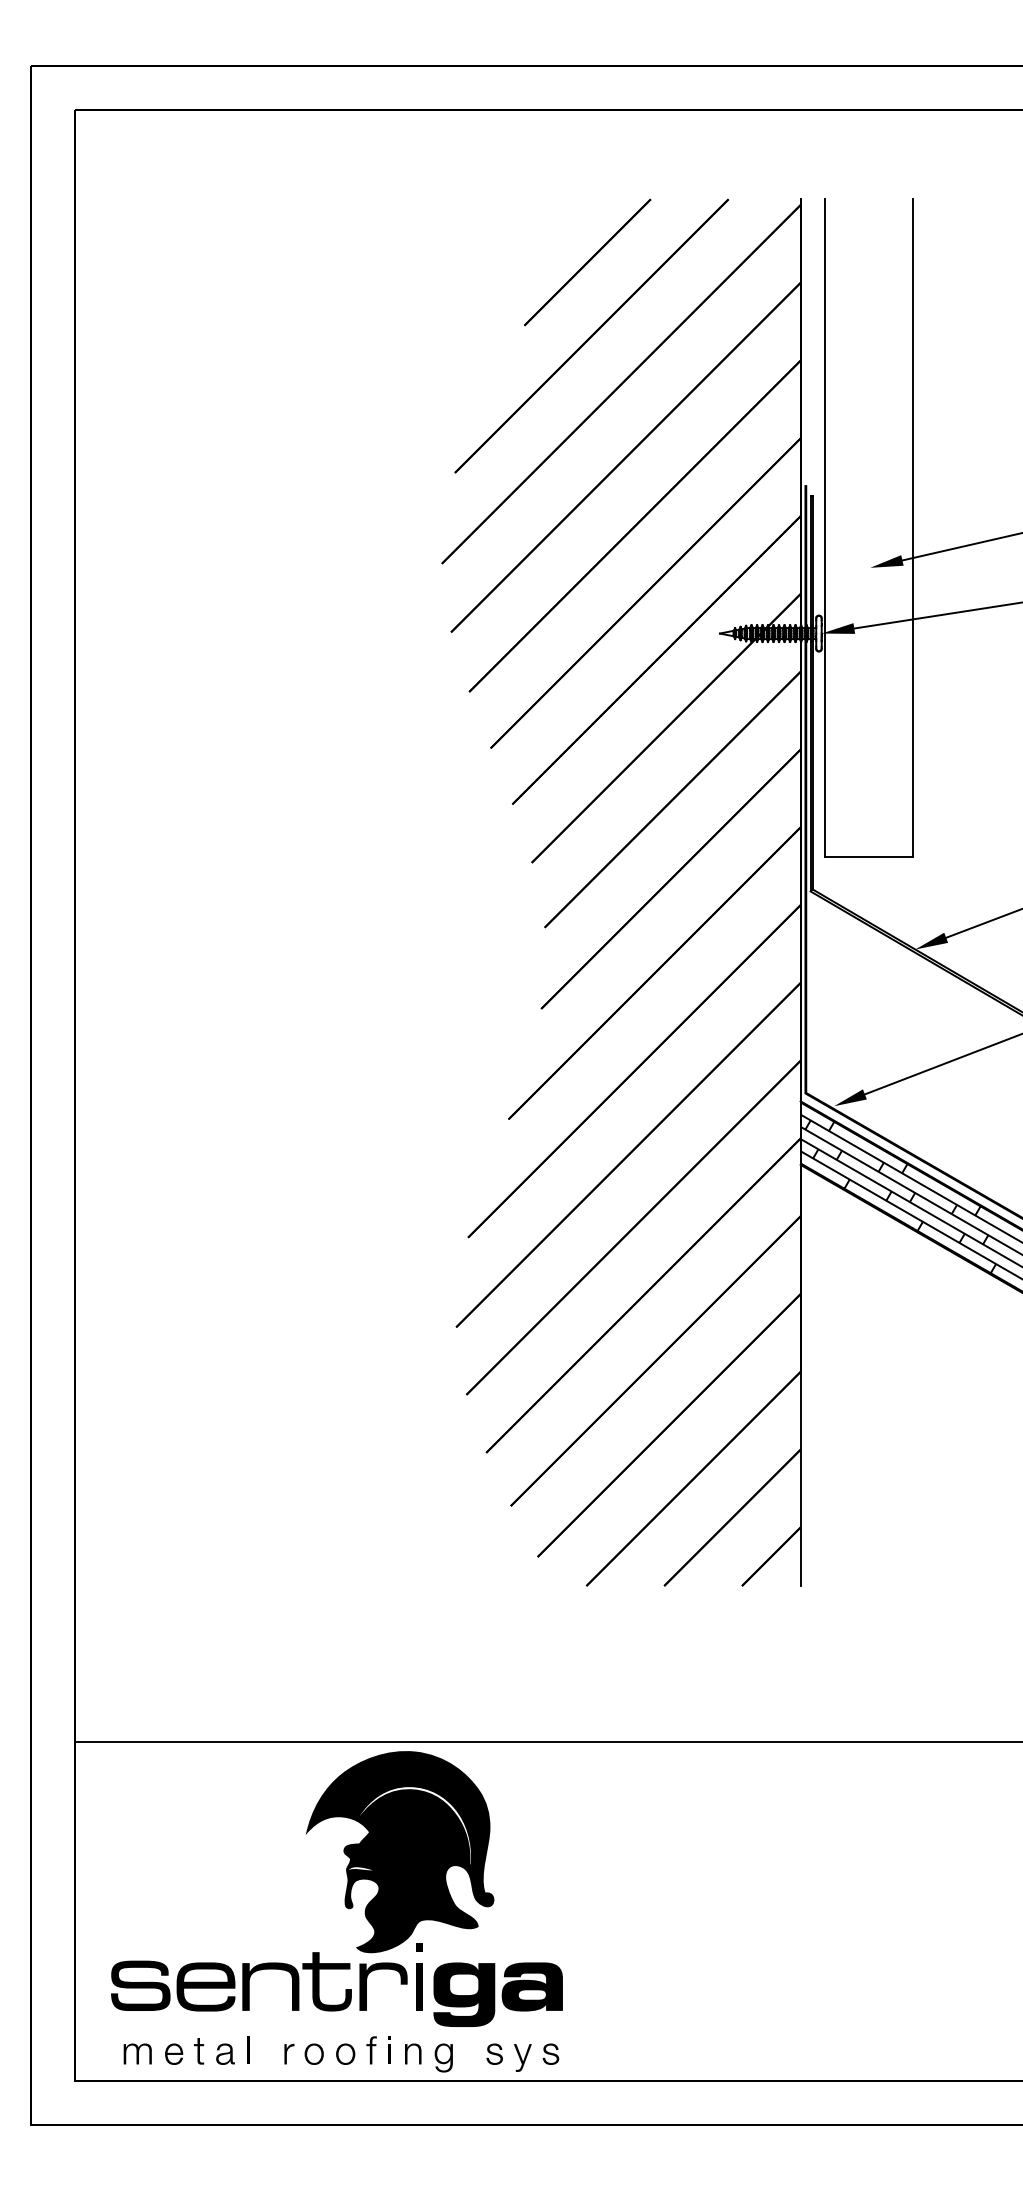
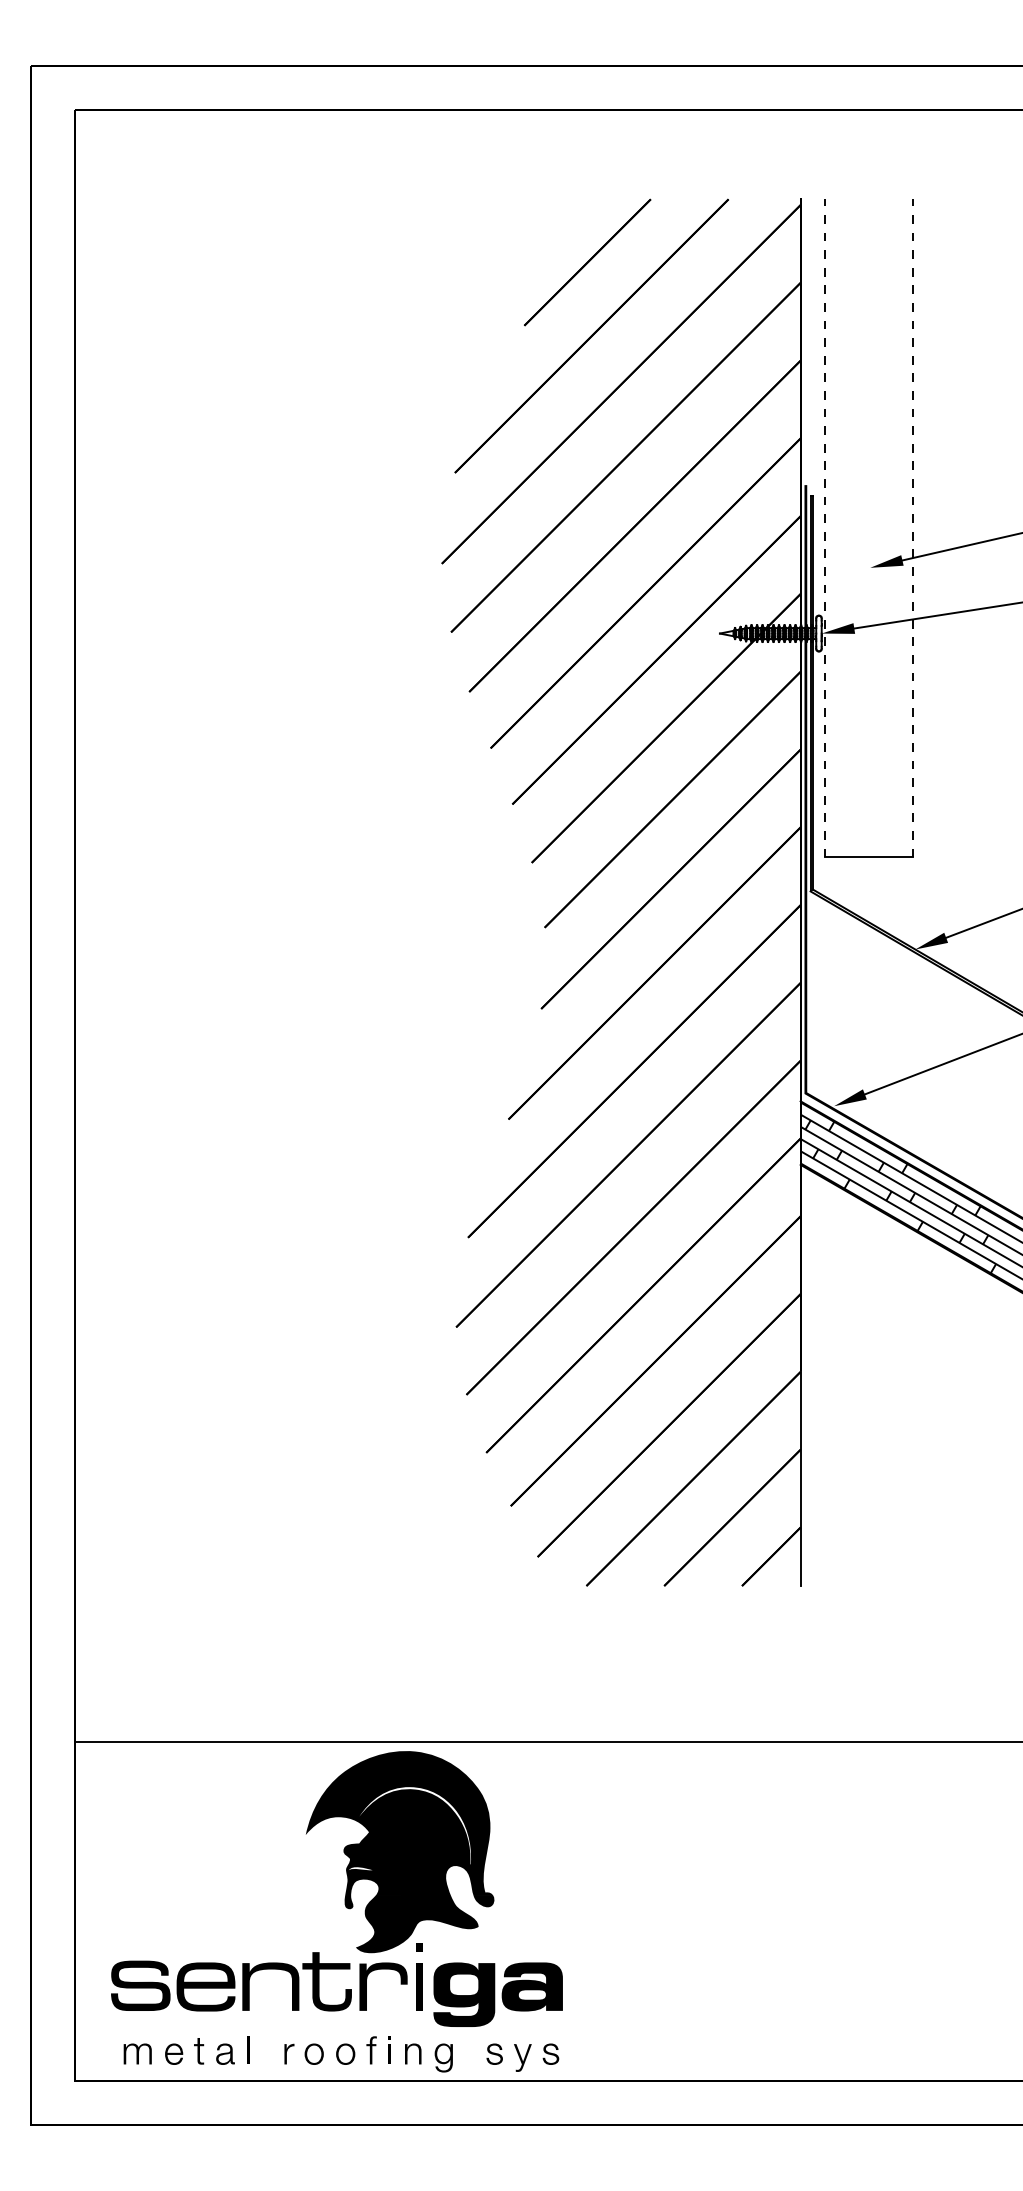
line at (824, 527): solid -> dashed
line at (912, 527): solid -> dashed
